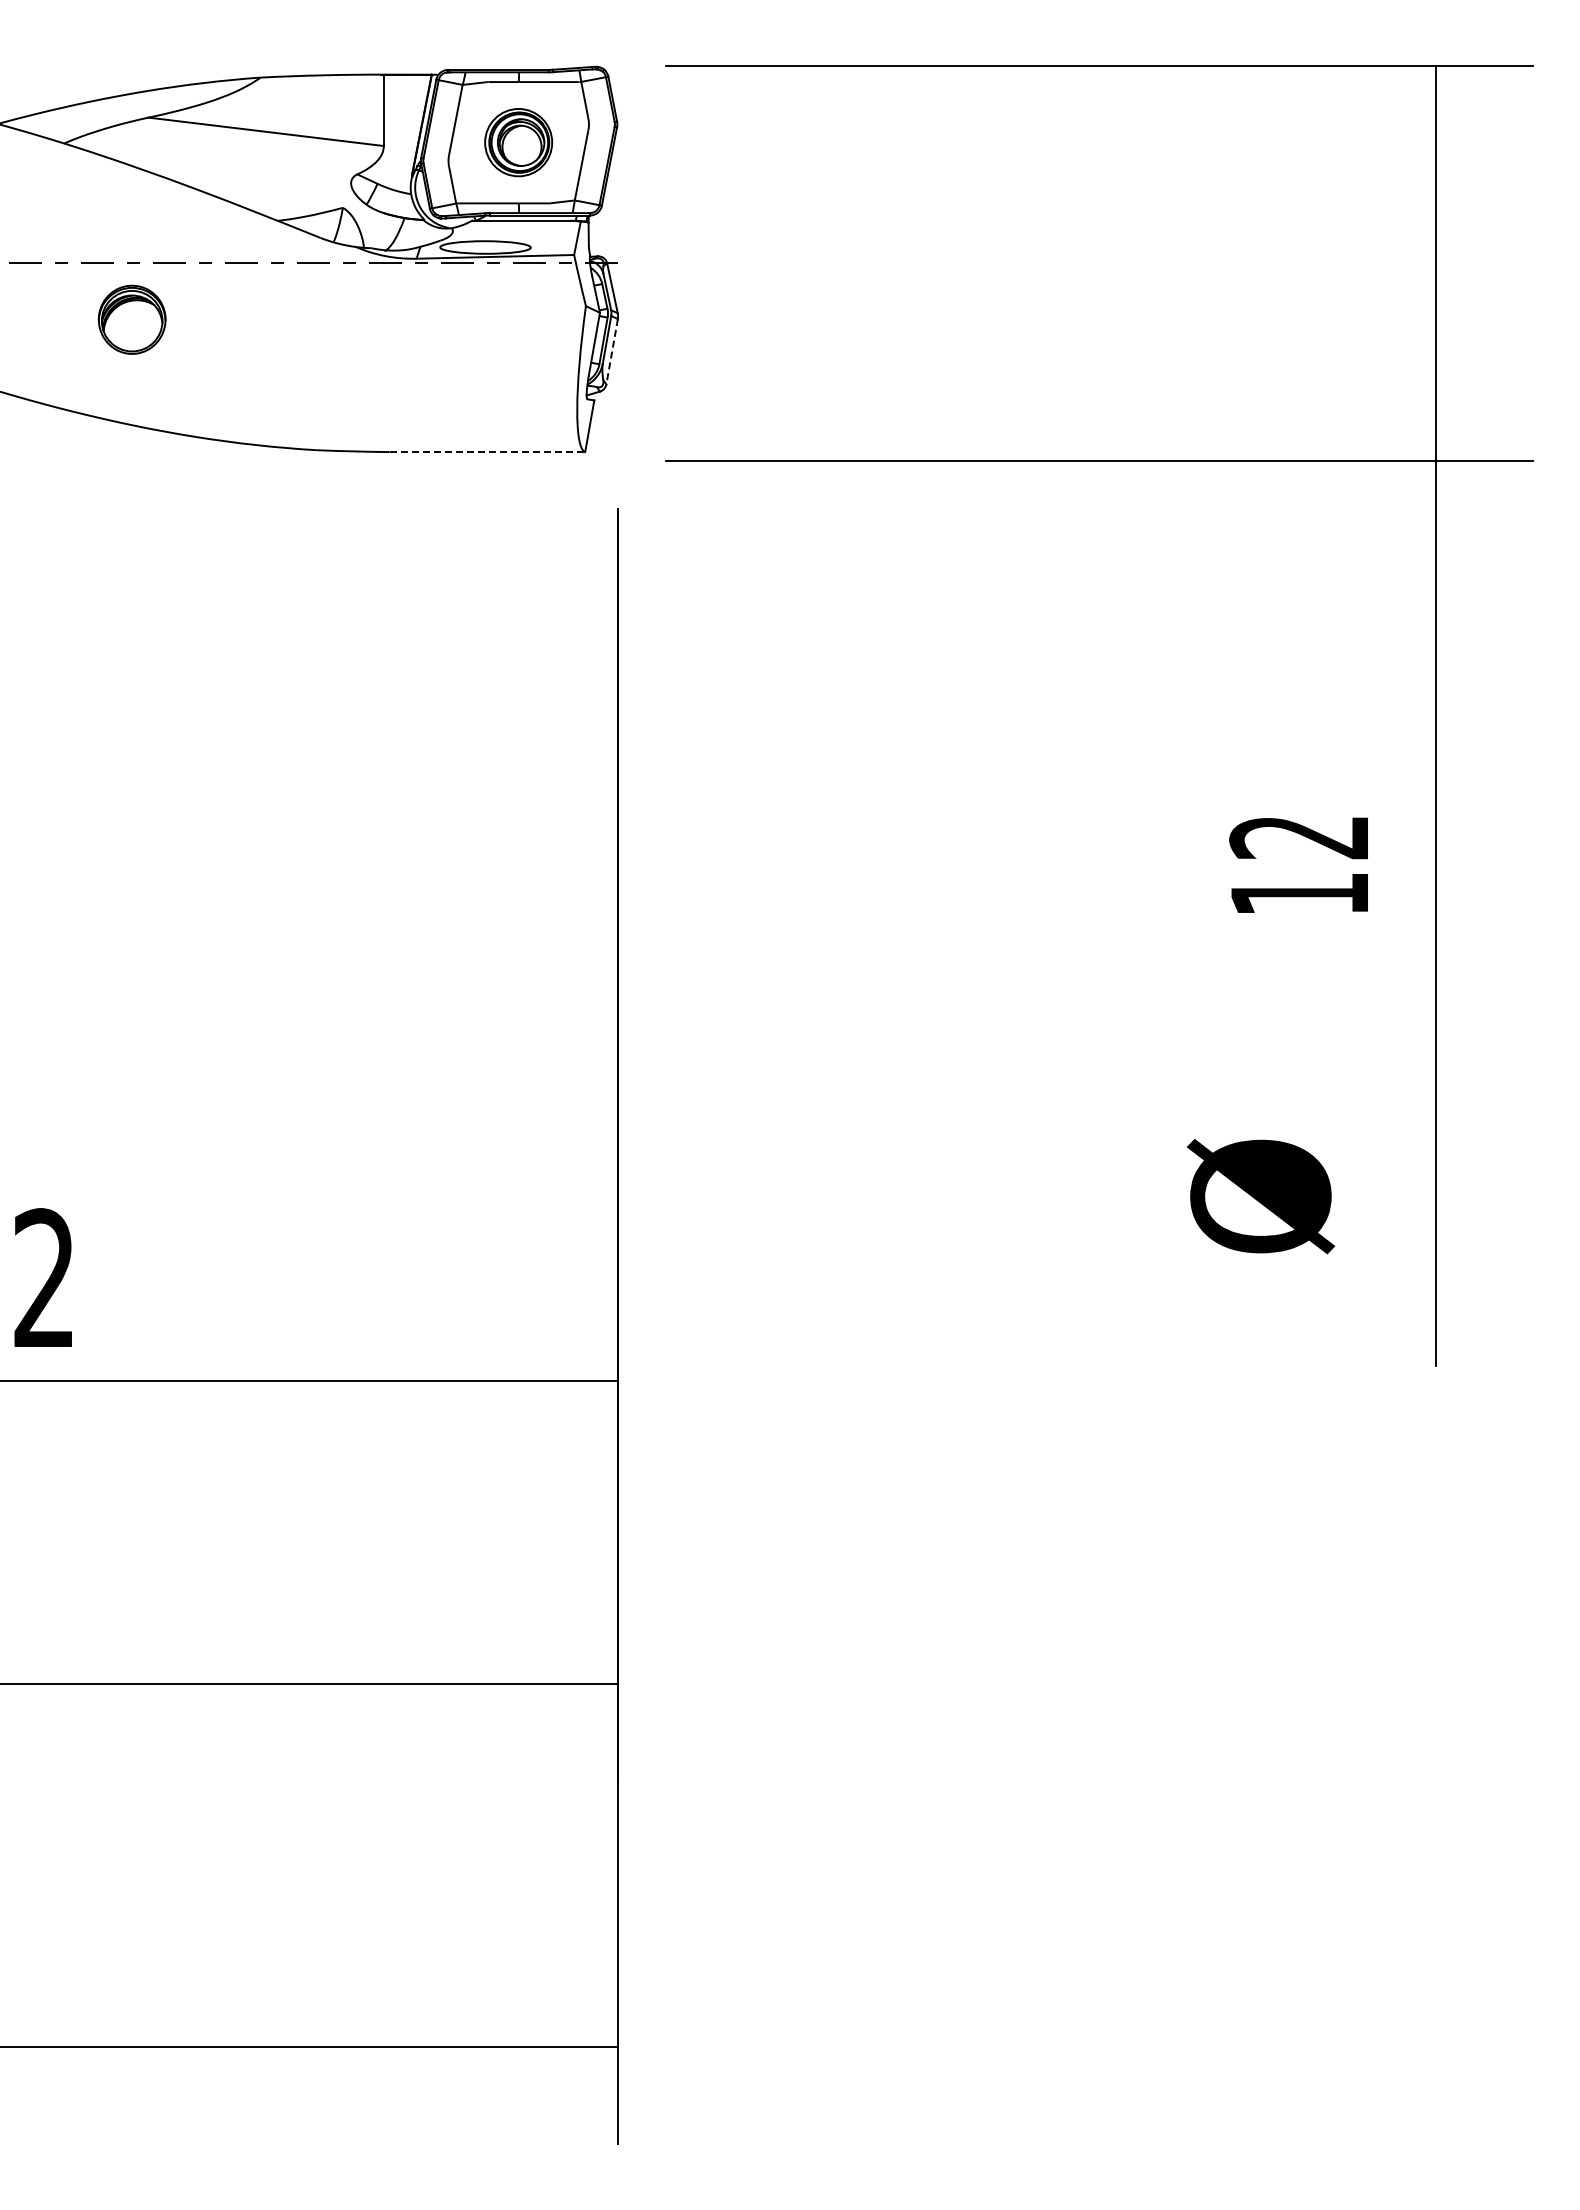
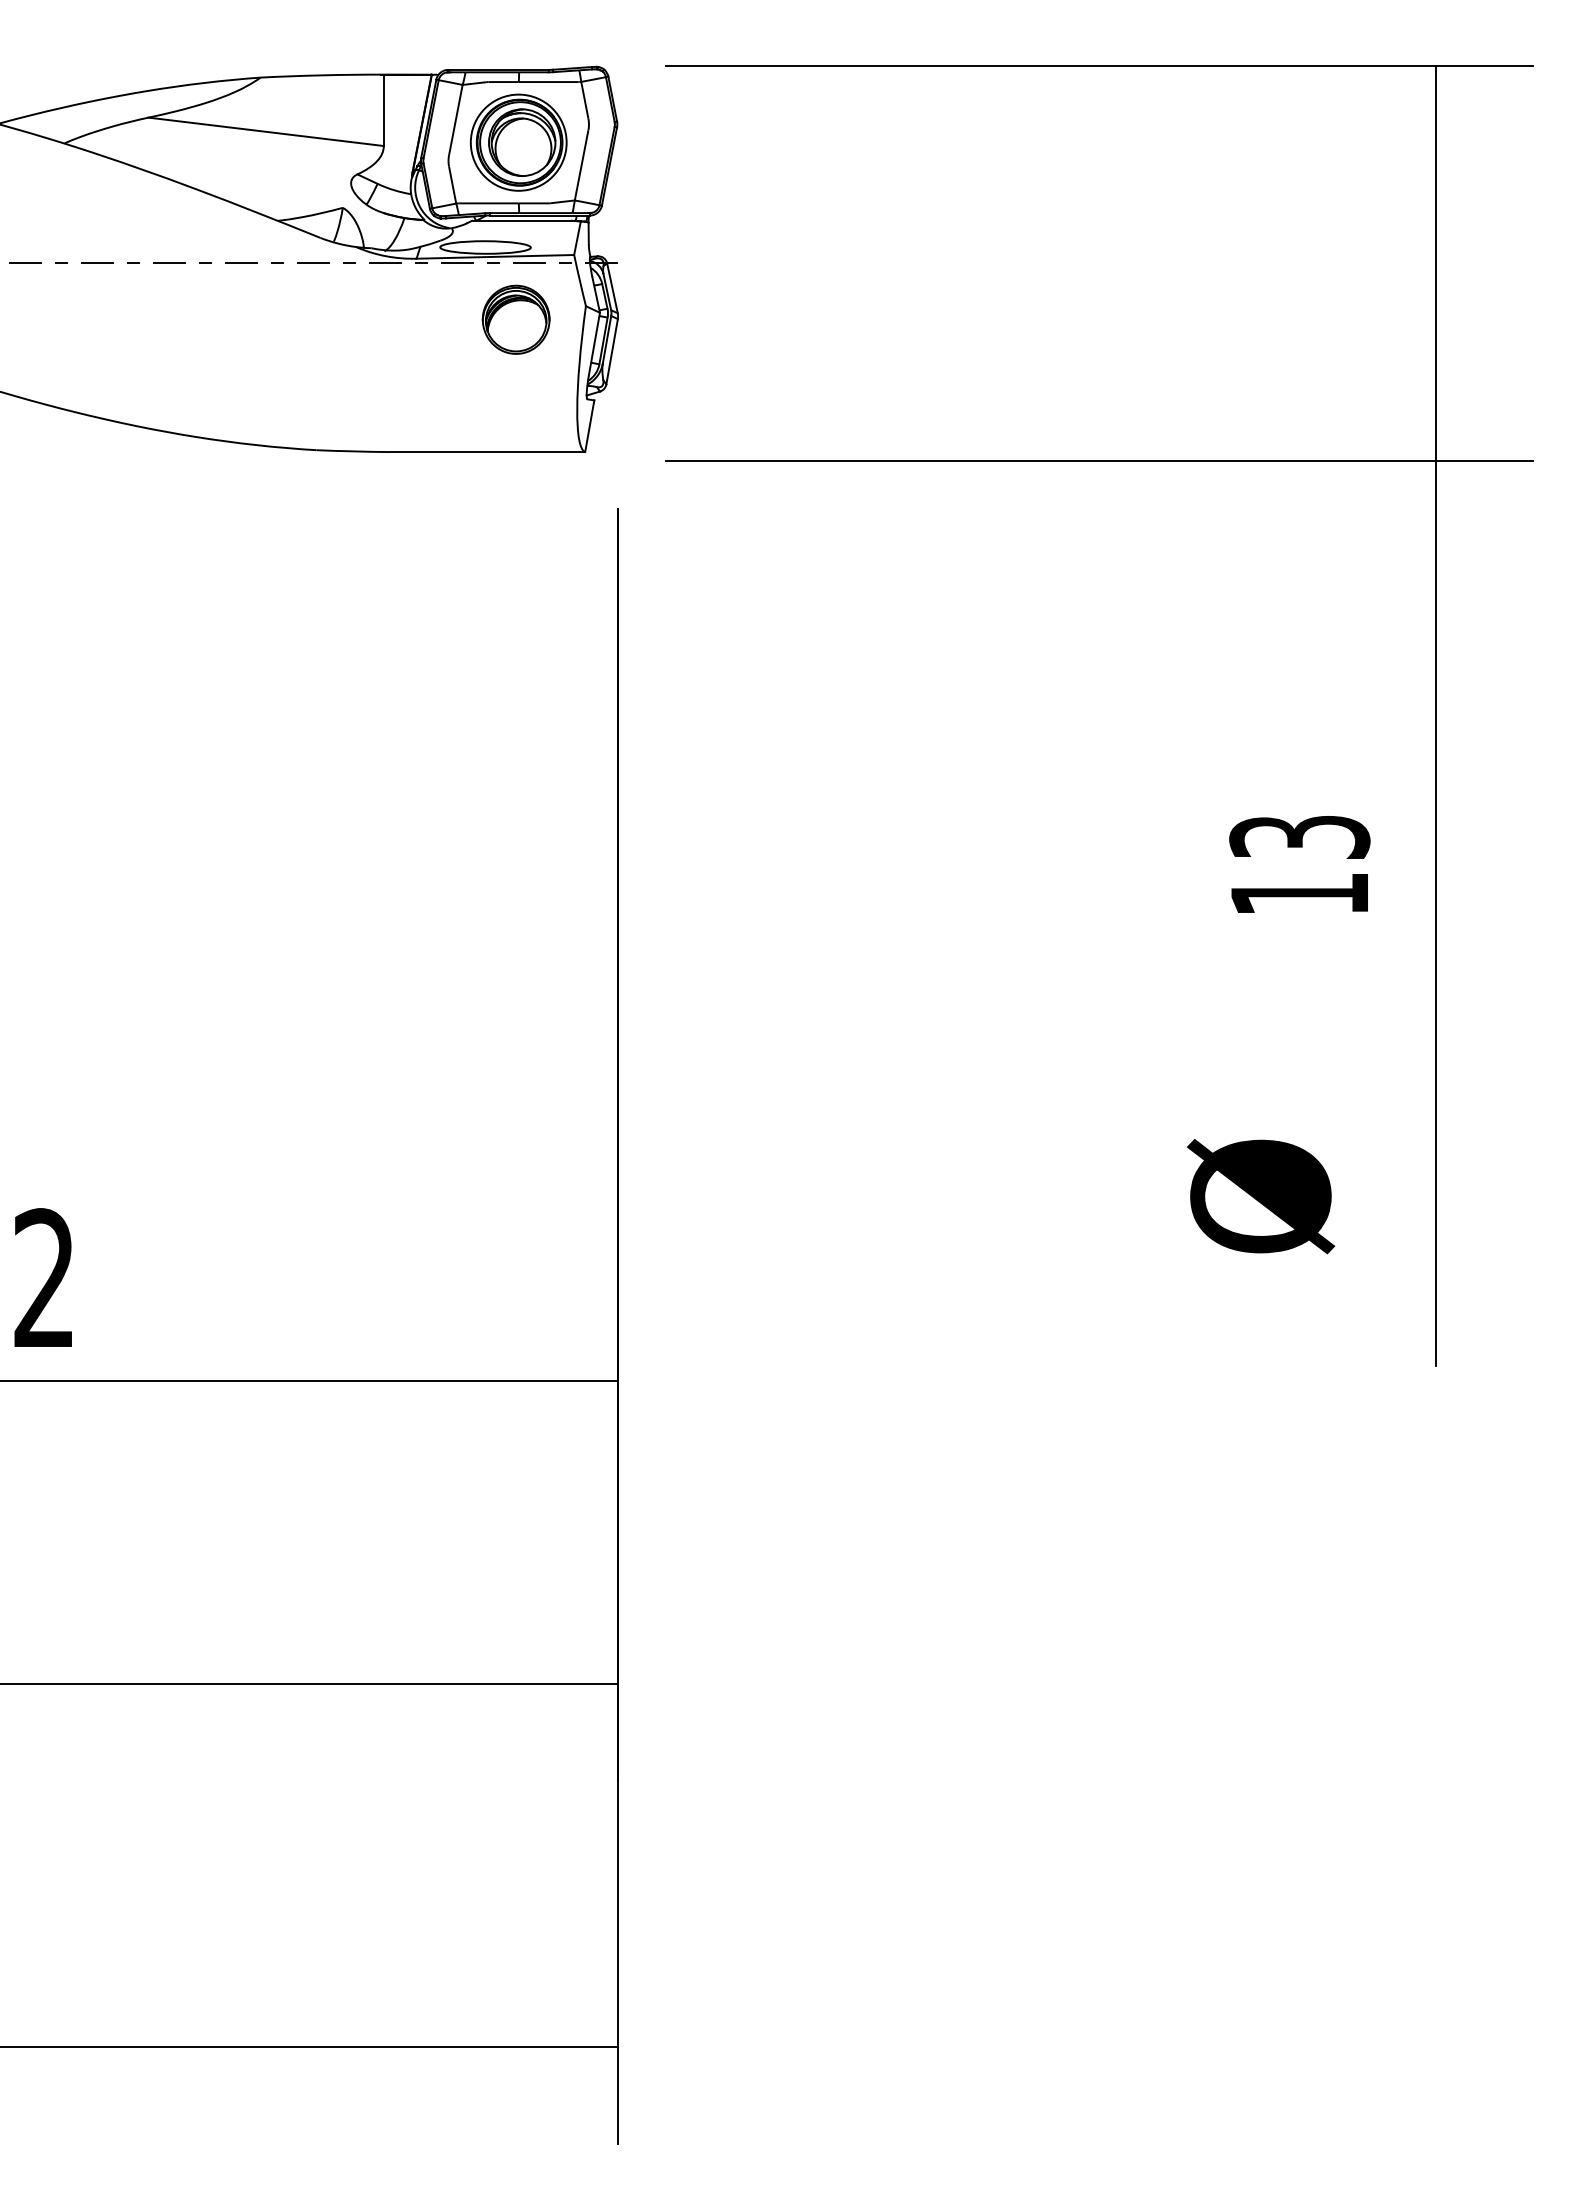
part at (518, 142) size: 70x70 px -> 99x99 px
part at (131, 319) position: (131, 319) -> (515, 319)
line at (612, 352): dashed -> solid
line at (487, 452): dashed -> solid
text at (1299, 837): 12 -> 13
